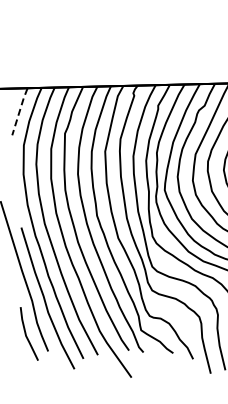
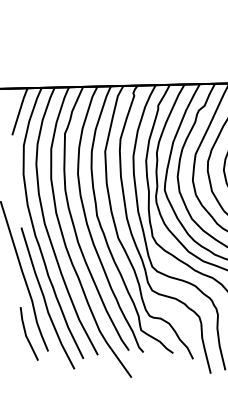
line at (19, 111): dashed -> solid
